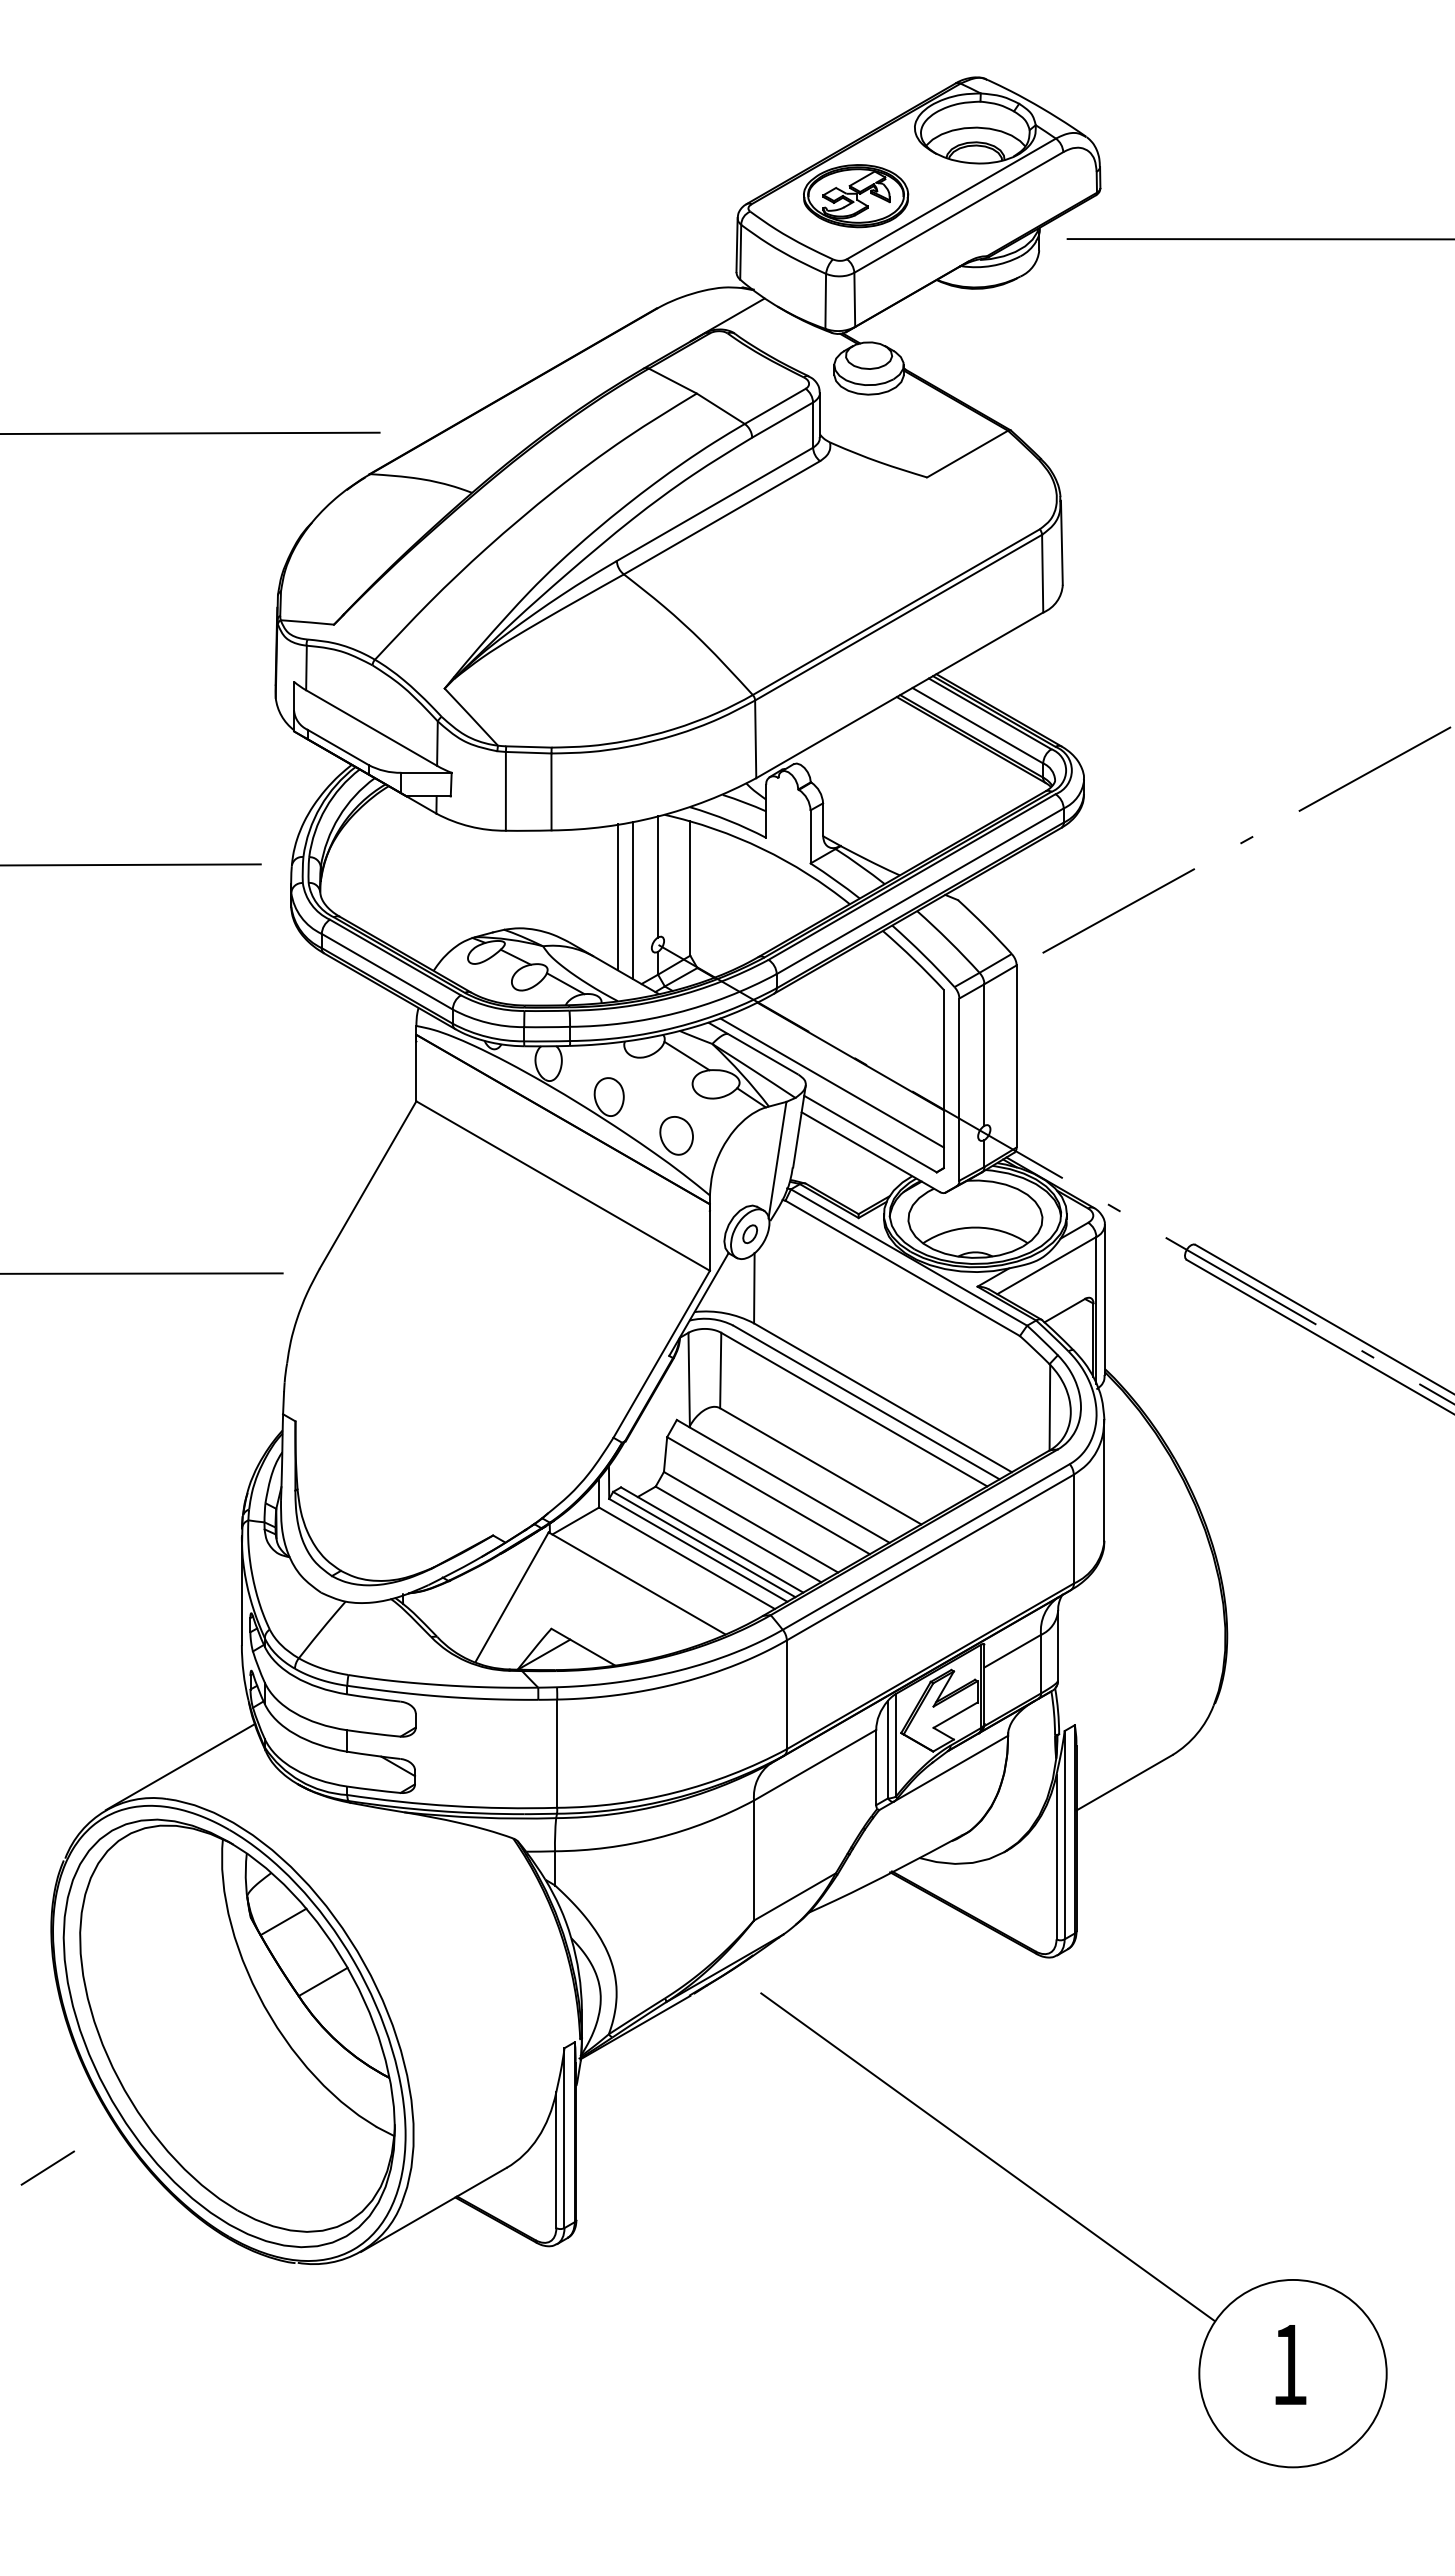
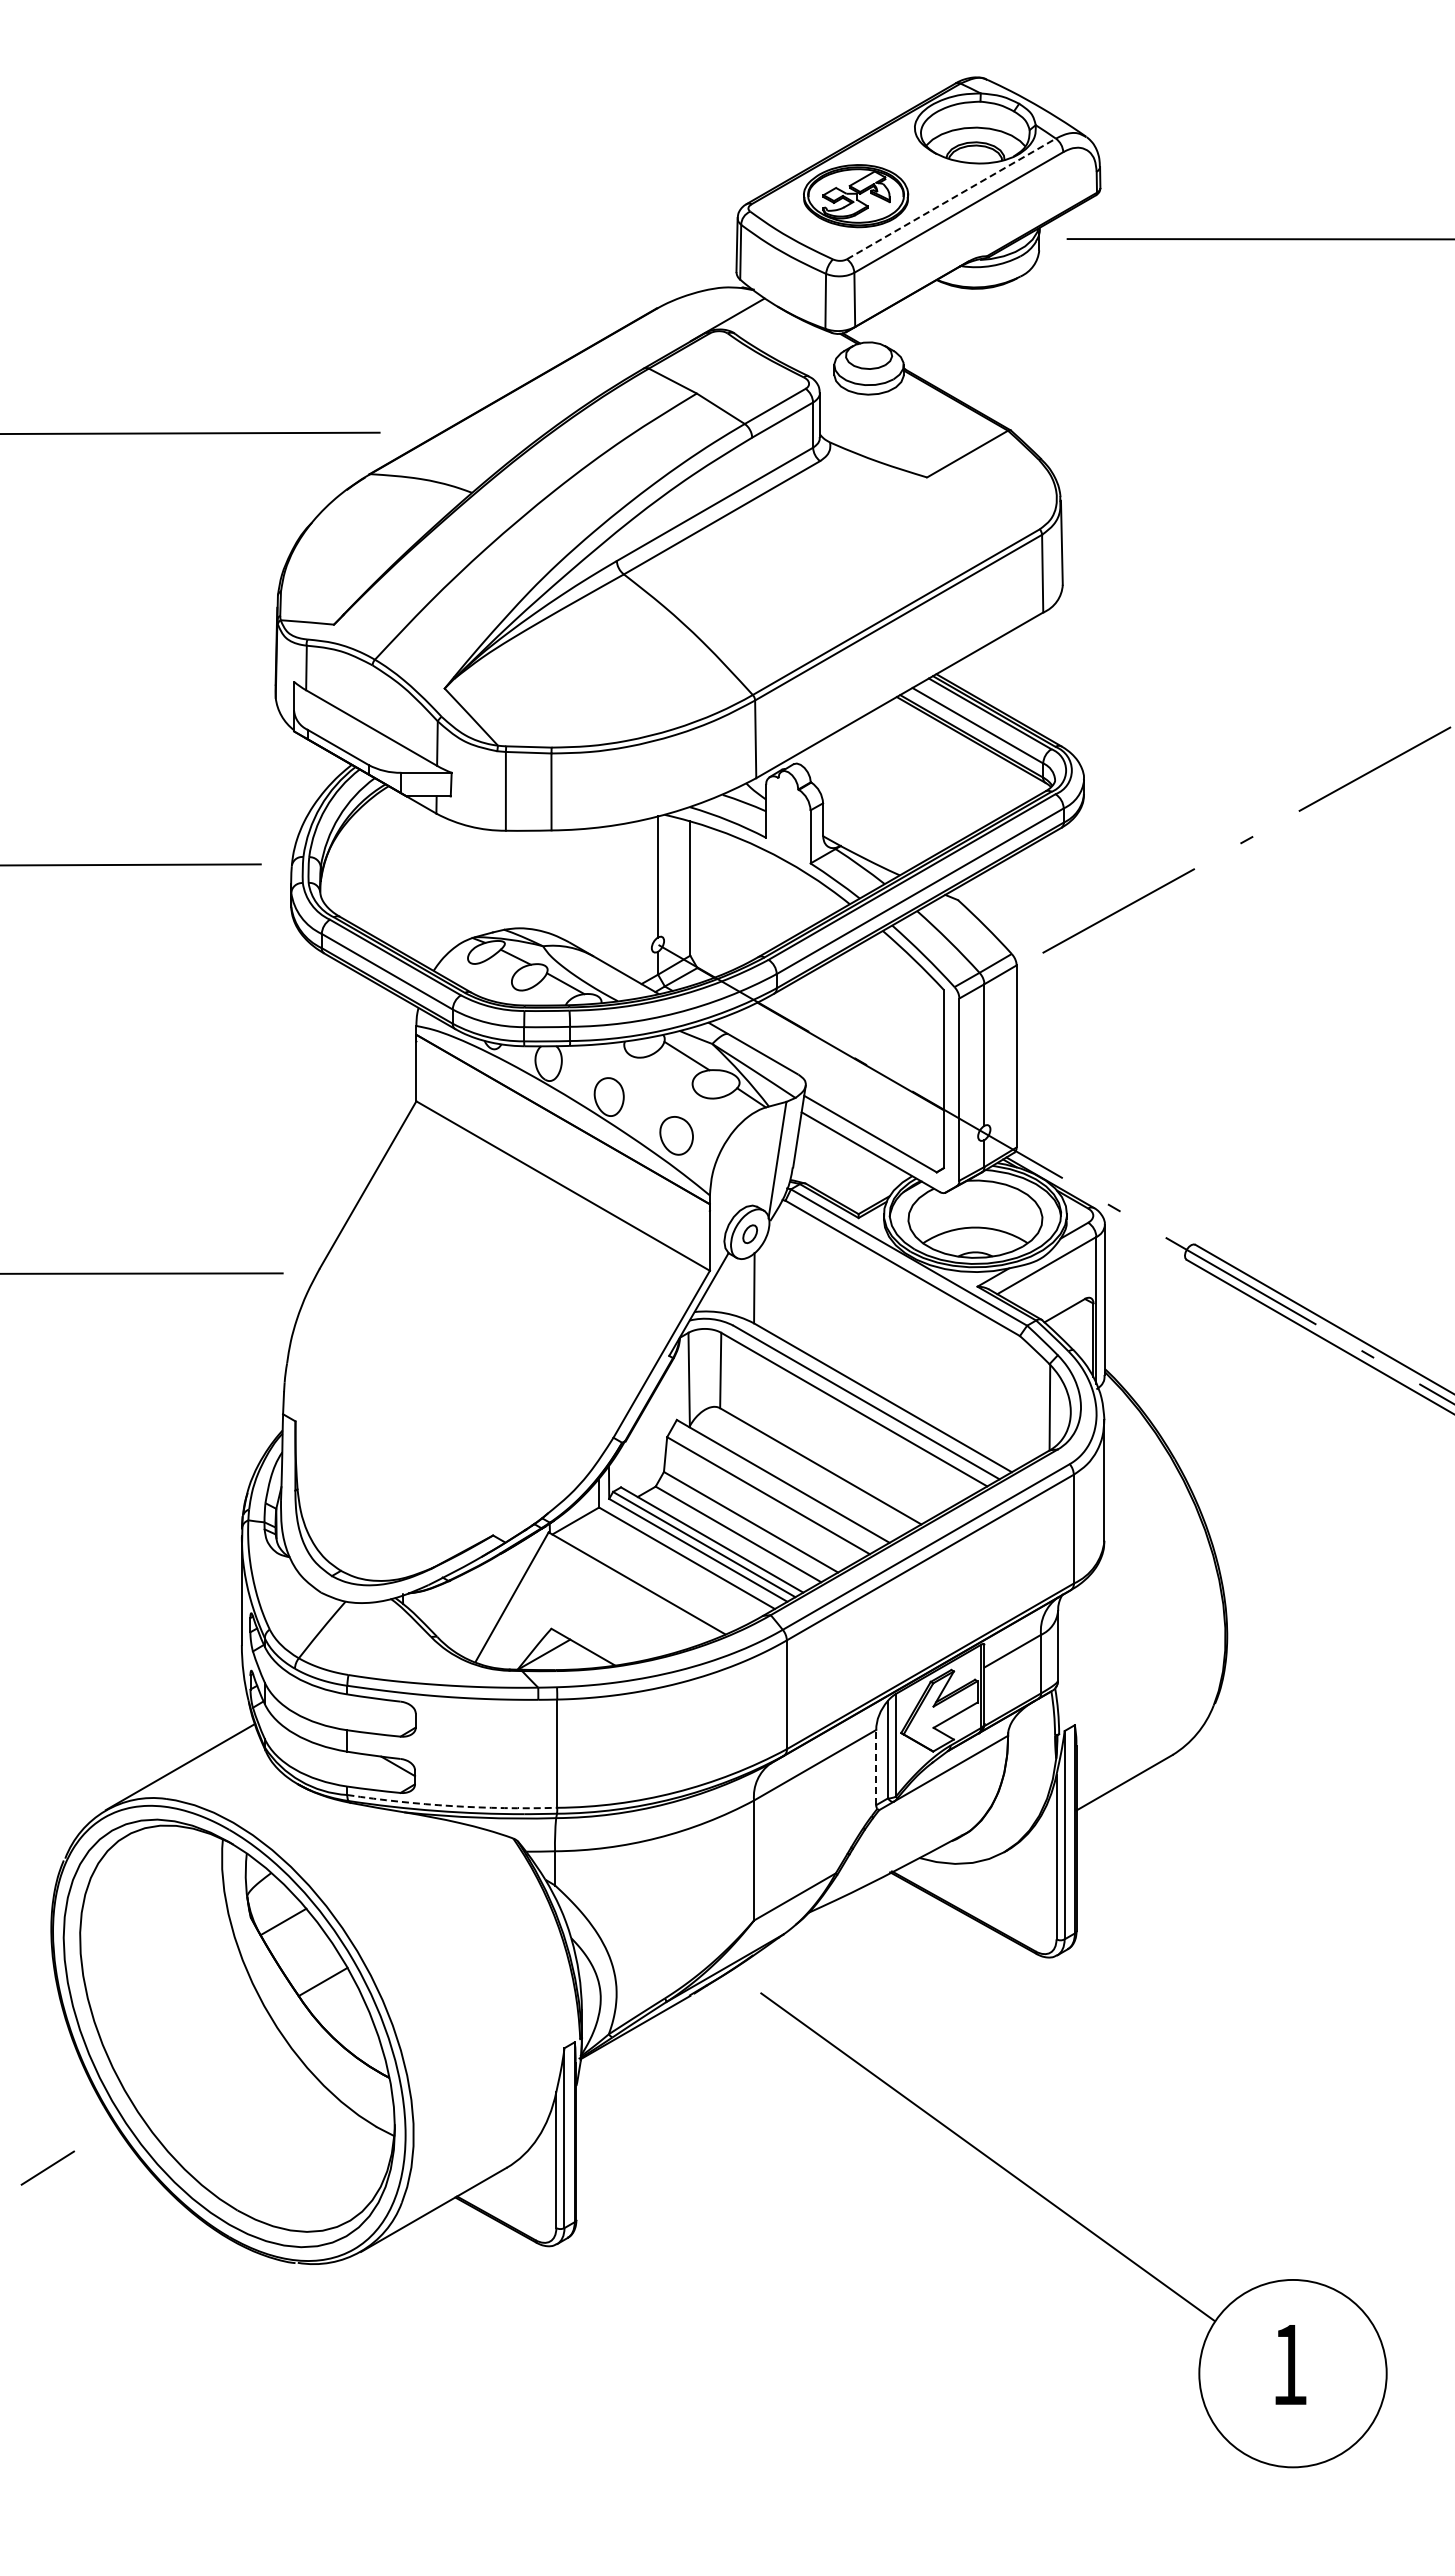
line at (951, 198): solid -> dashed
line at (617, 897): present -> none
line at (633, 900): present -> none
line at (831, 1082): present -> none
line at (876, 1767): solid -> dashed
arc at (452, 1806): solid -> dashed
